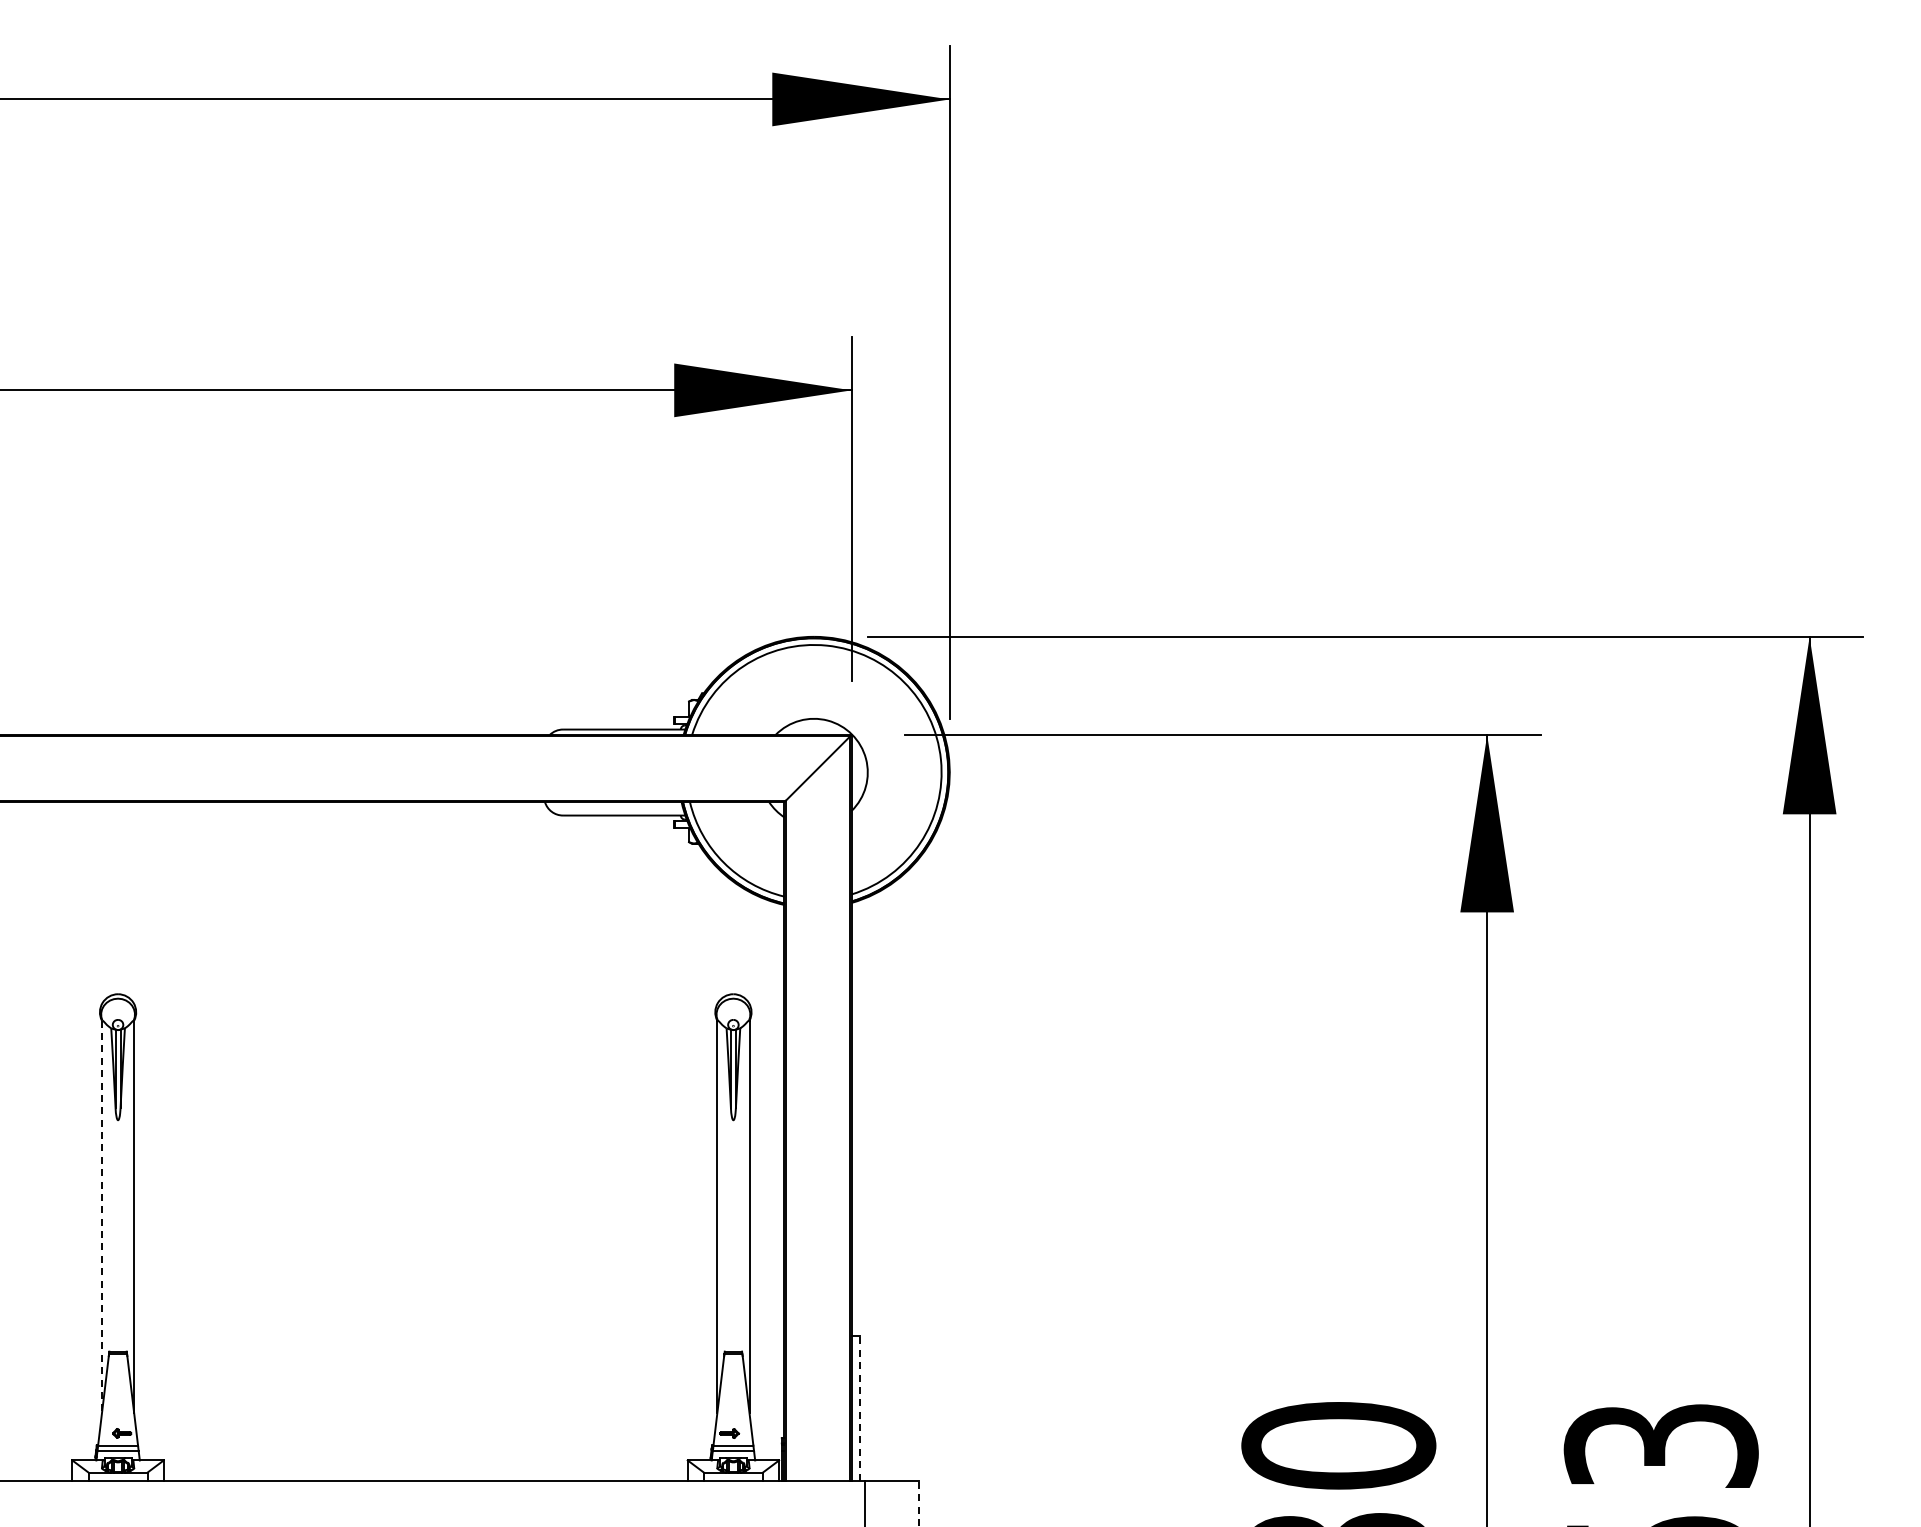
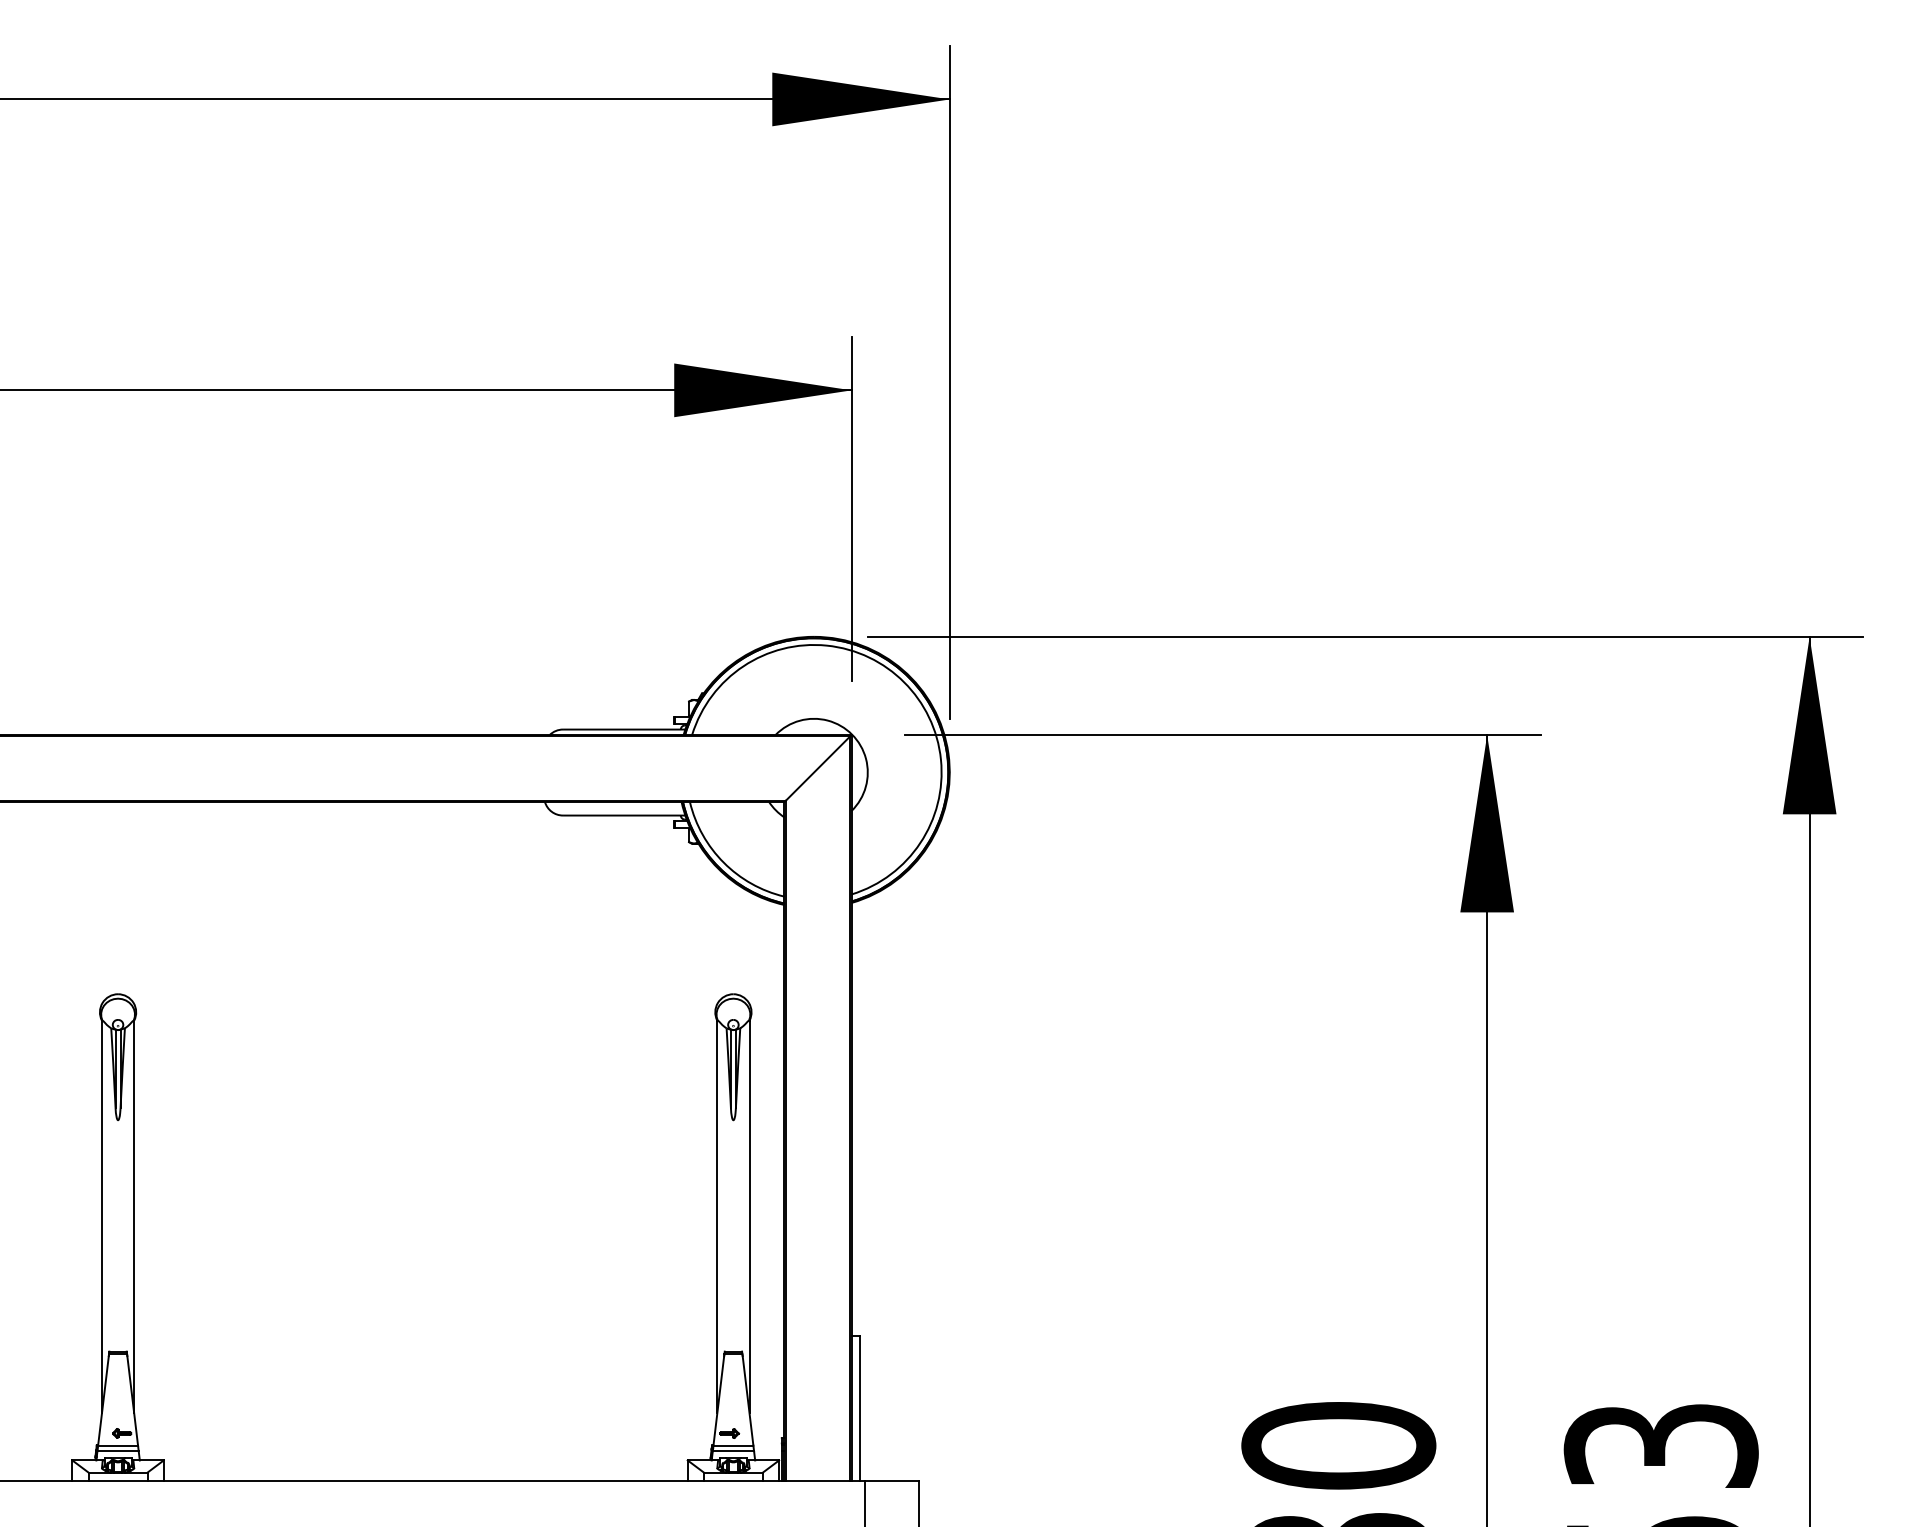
line at (101, 1217): dashed -> solid
line at (859, 1407): dashed -> solid
line at (918, 1503): dashed -> solid
